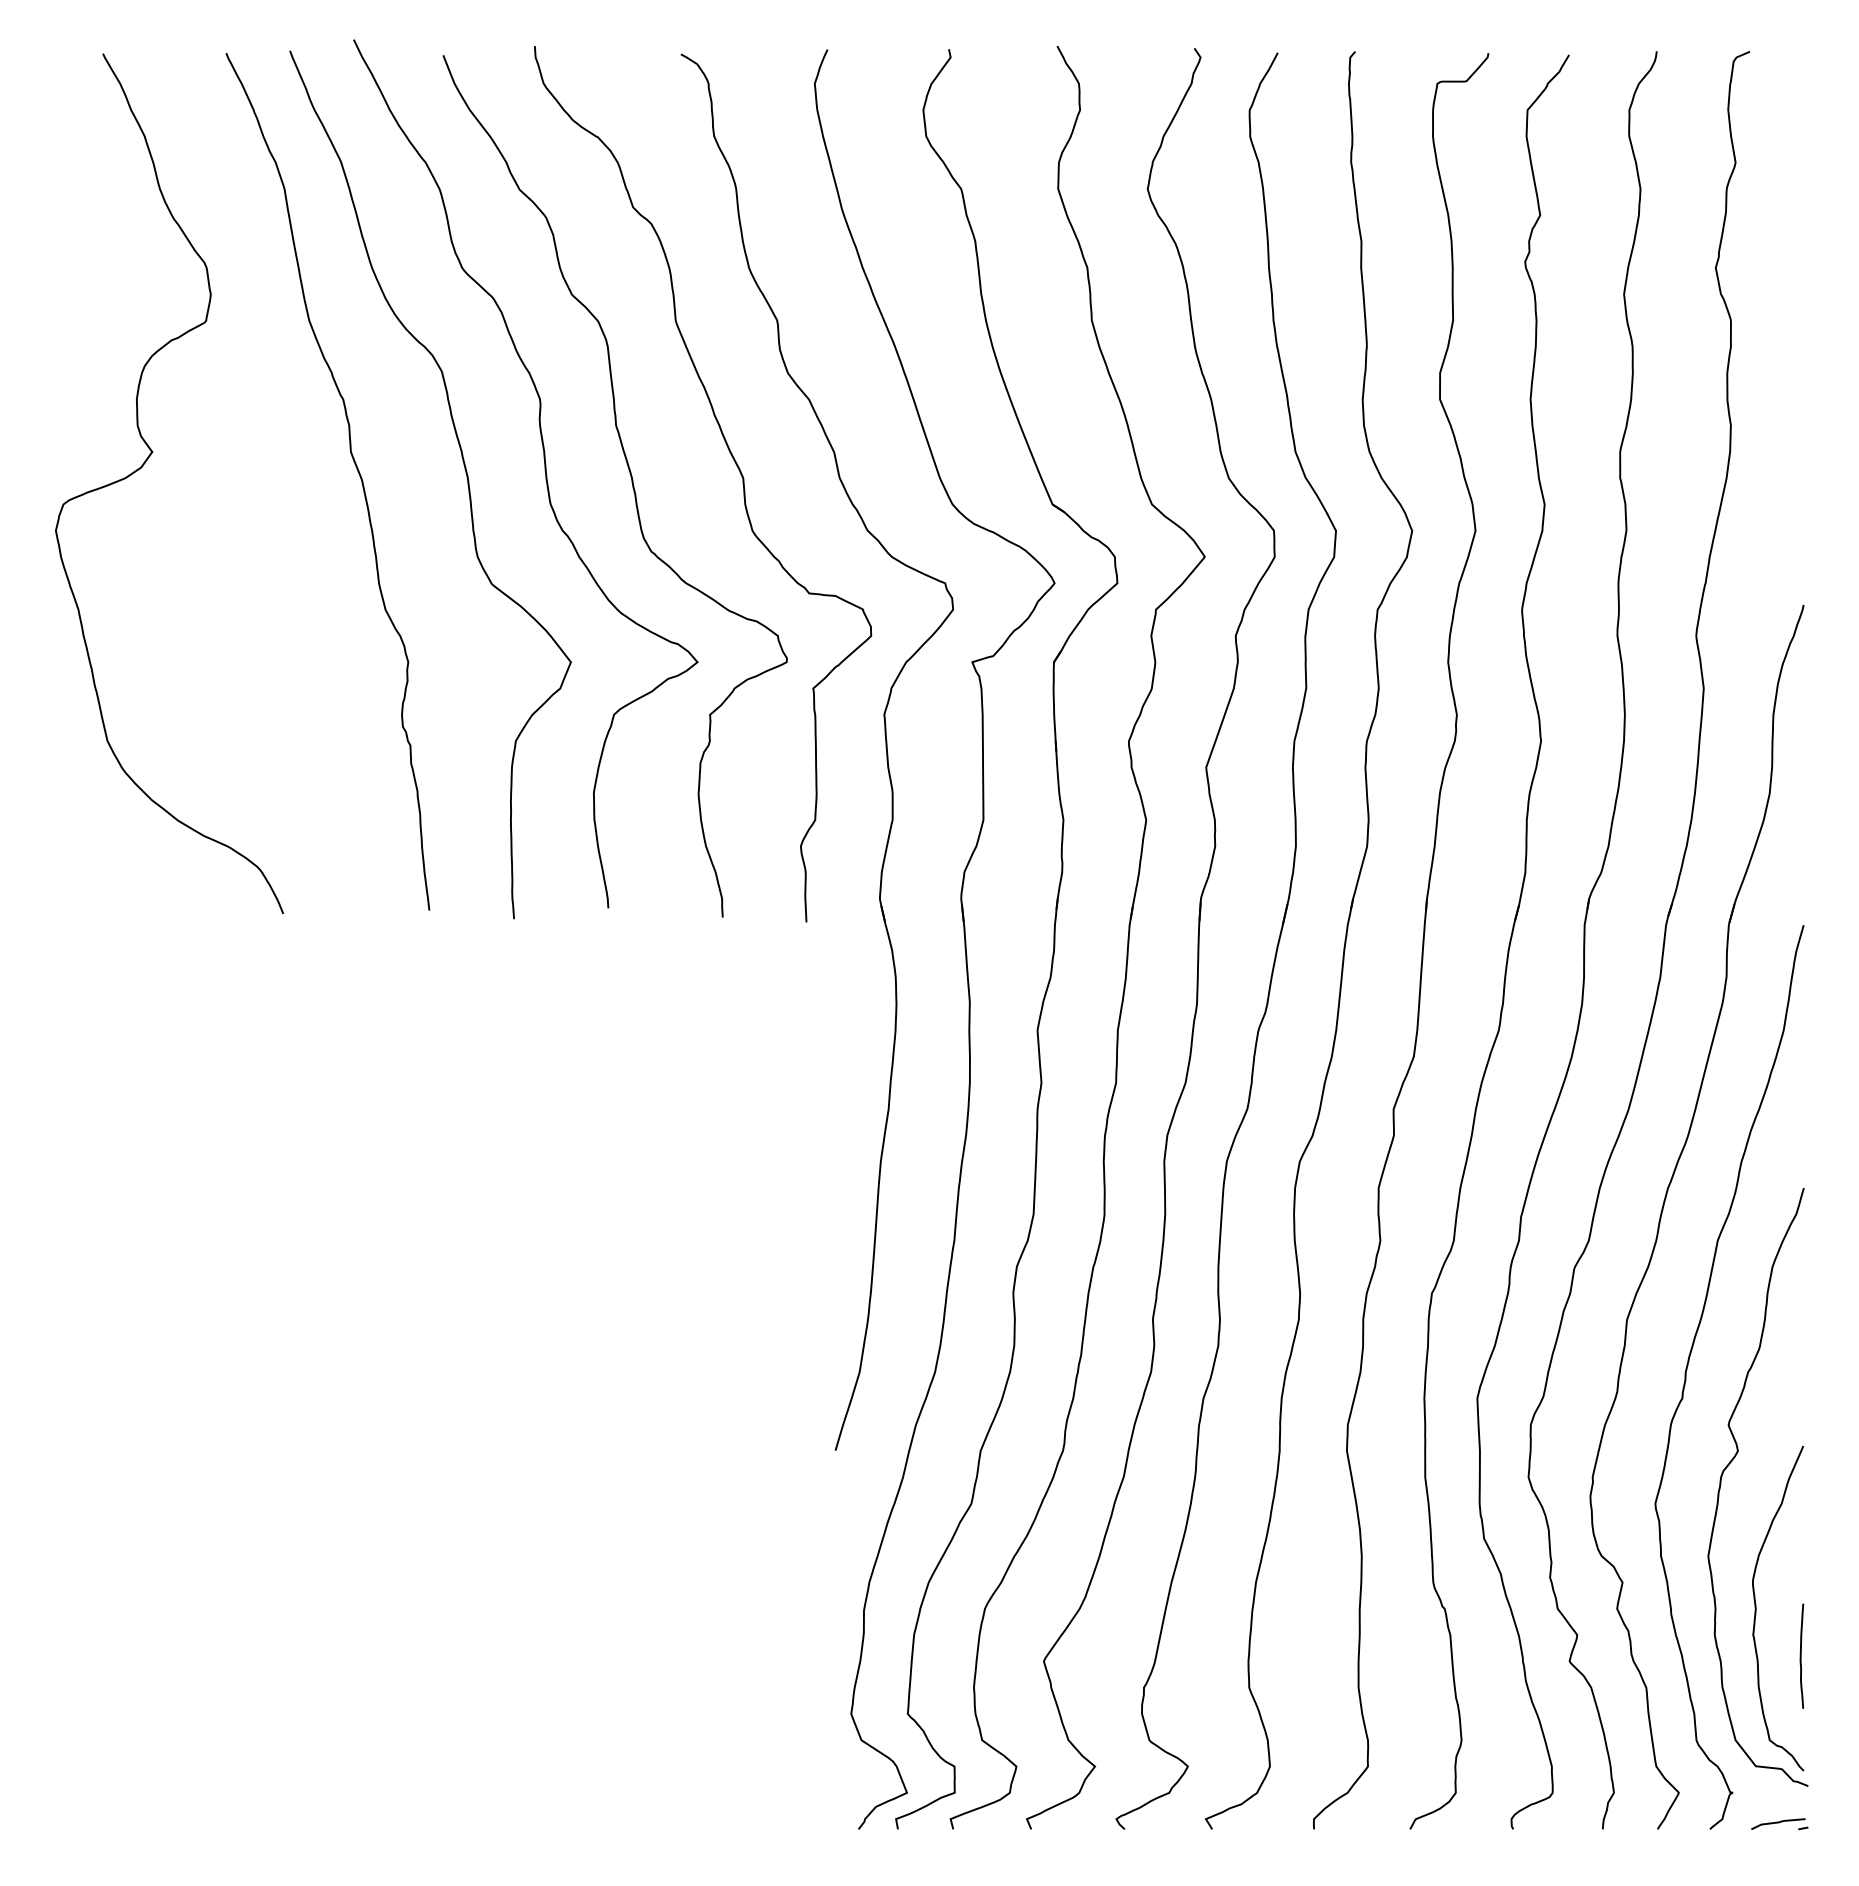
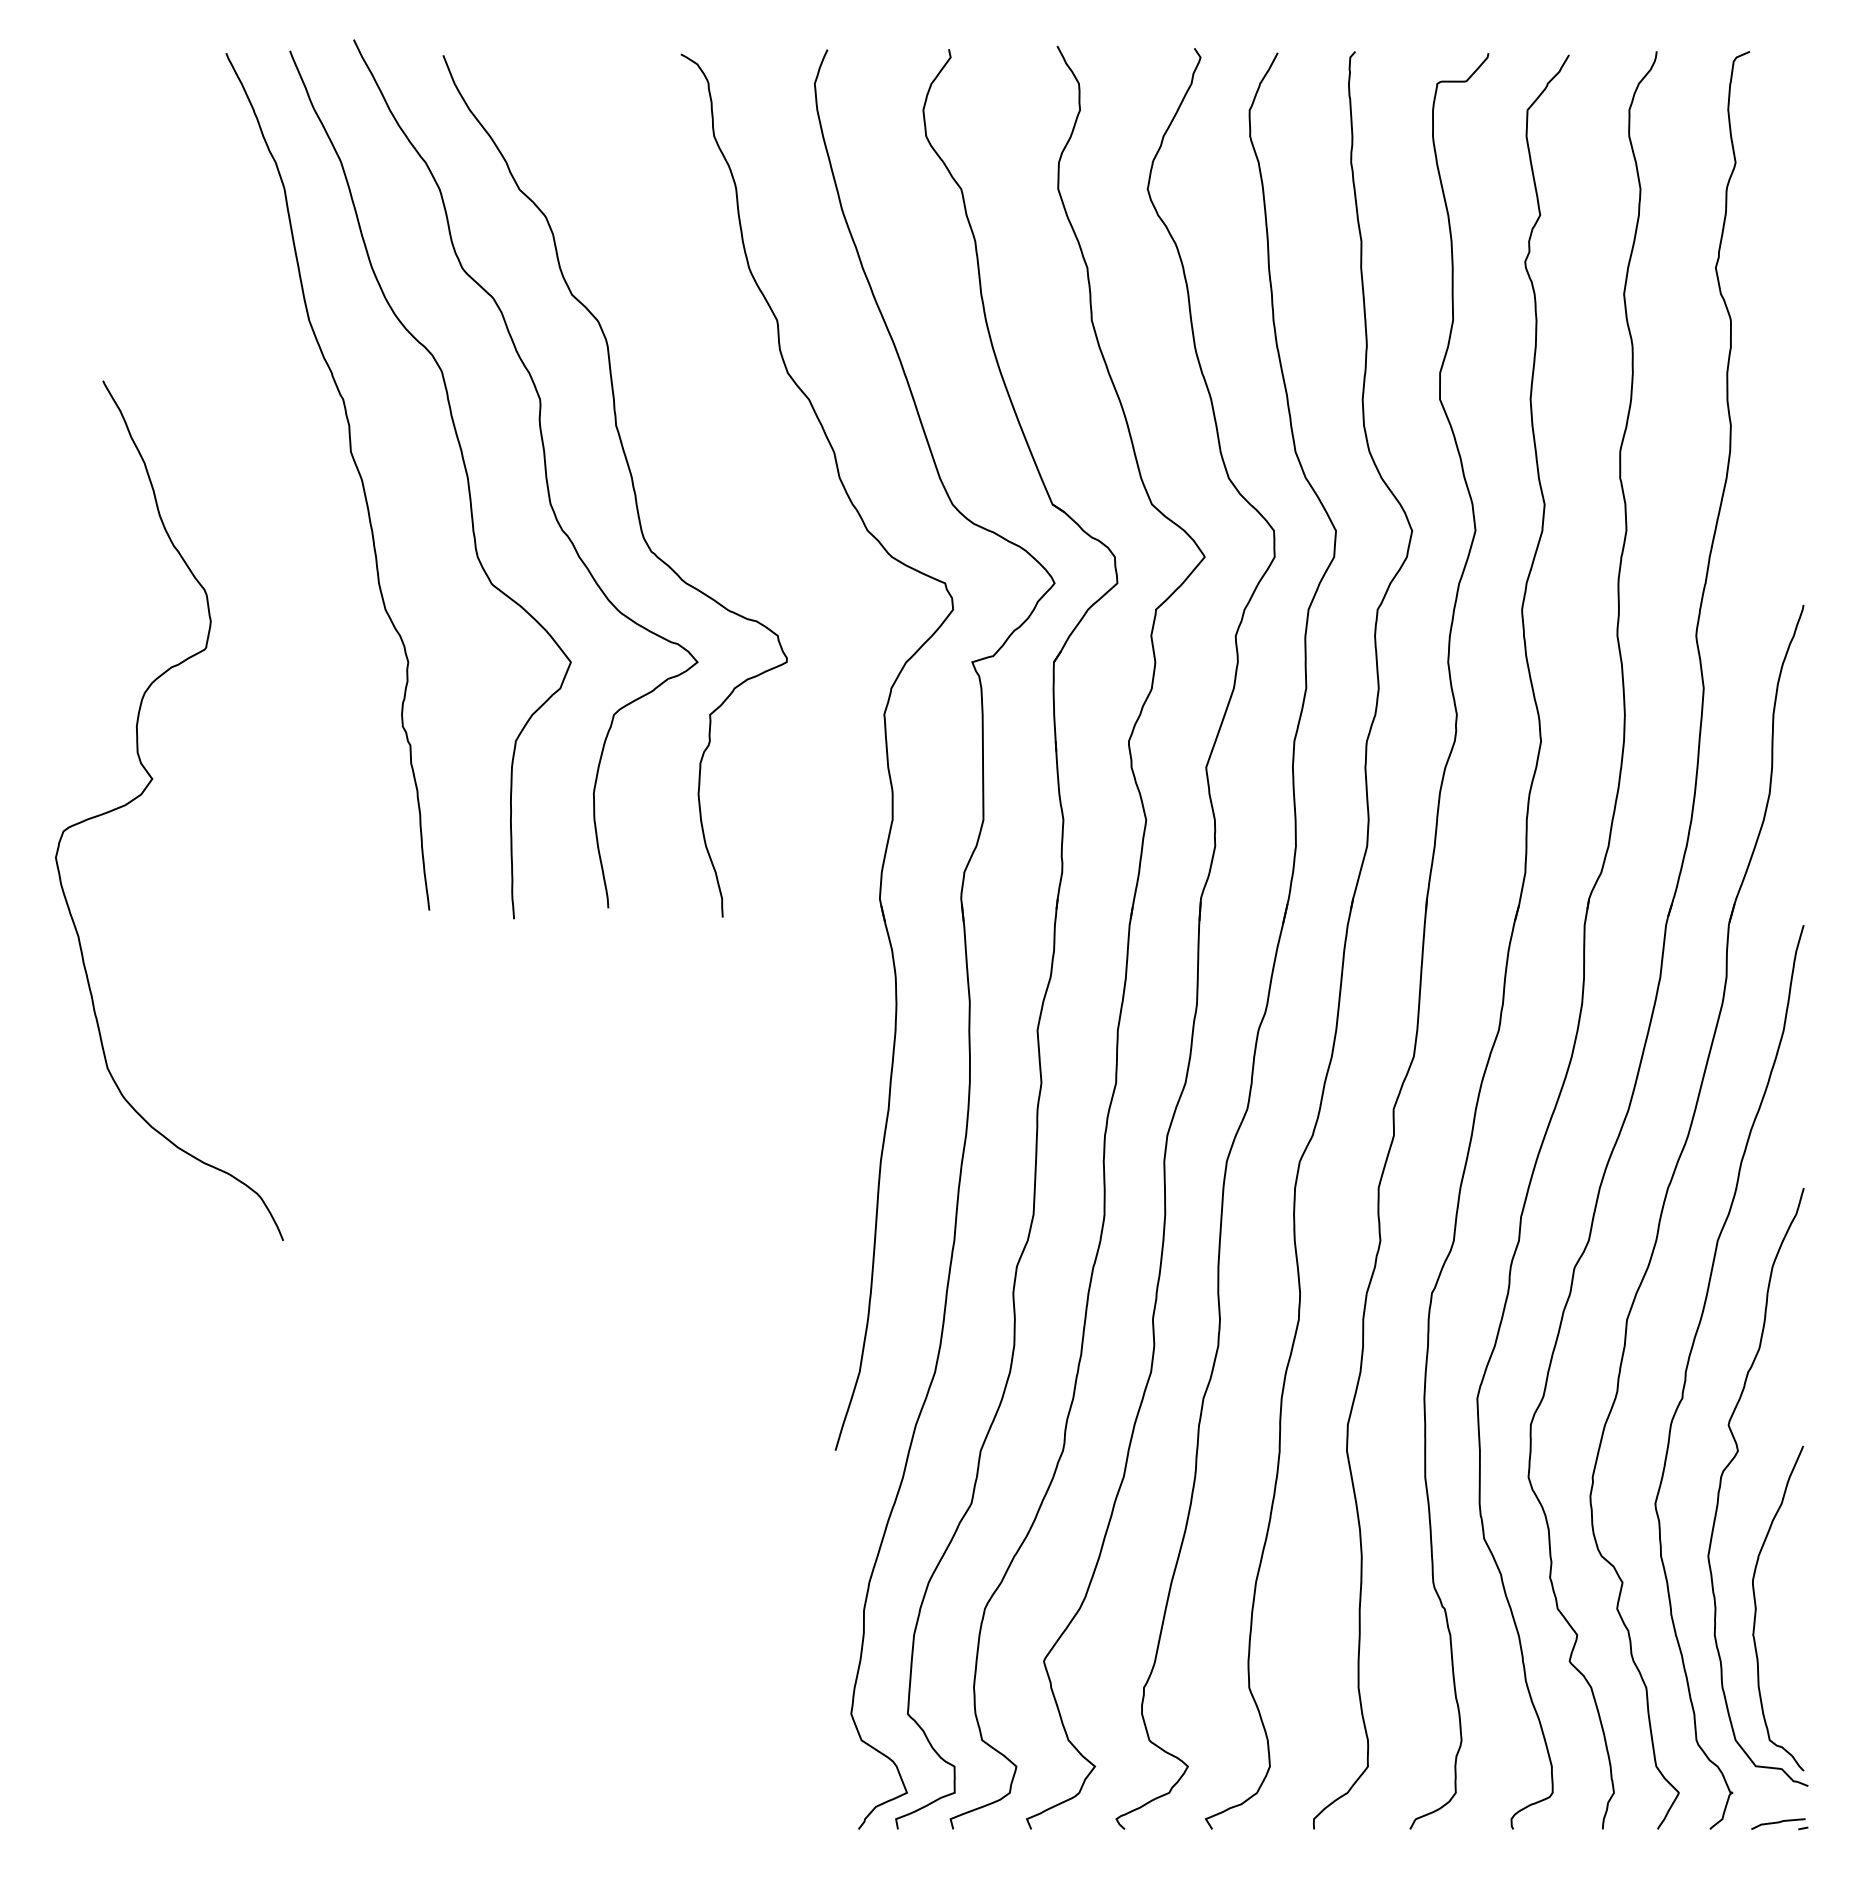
curve at (143, 466) position: (143, 466) -> (143, 793)
curve at (737, 468): present -> none
curve at (1801, 1655): present -> none
